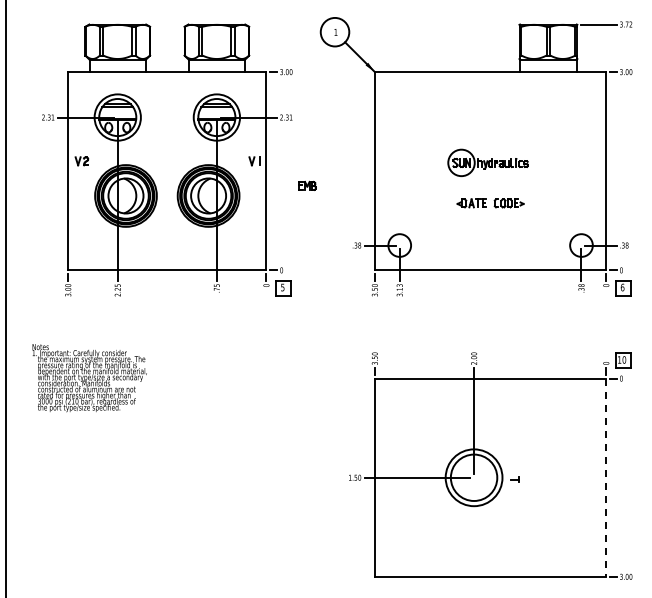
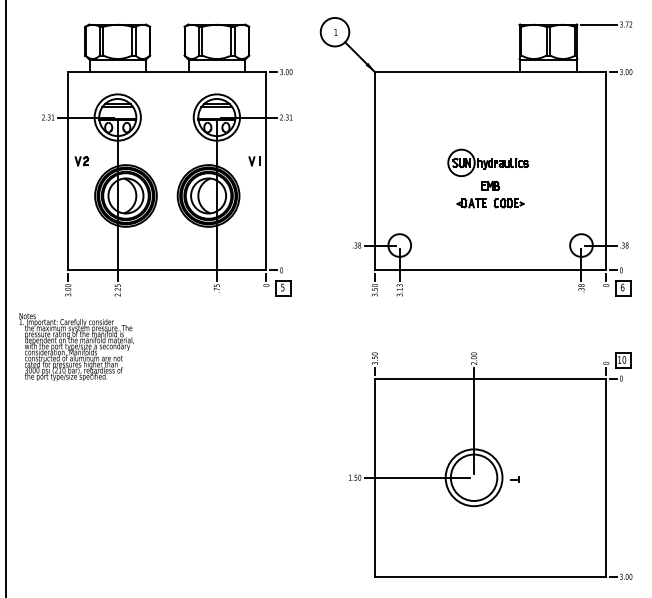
part at (307, 185) position: (307, 185) -> (490, 185)
text at (89, 378) position: (89, 378) -> (76, 347)
line at (606, 478): dashed -> solid
